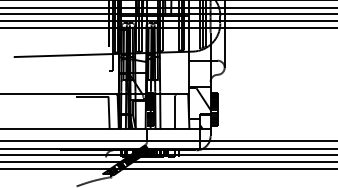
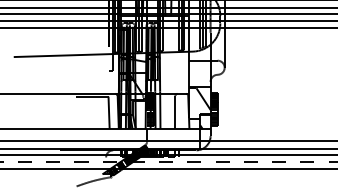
line at (169, 161): solid -> dashed
